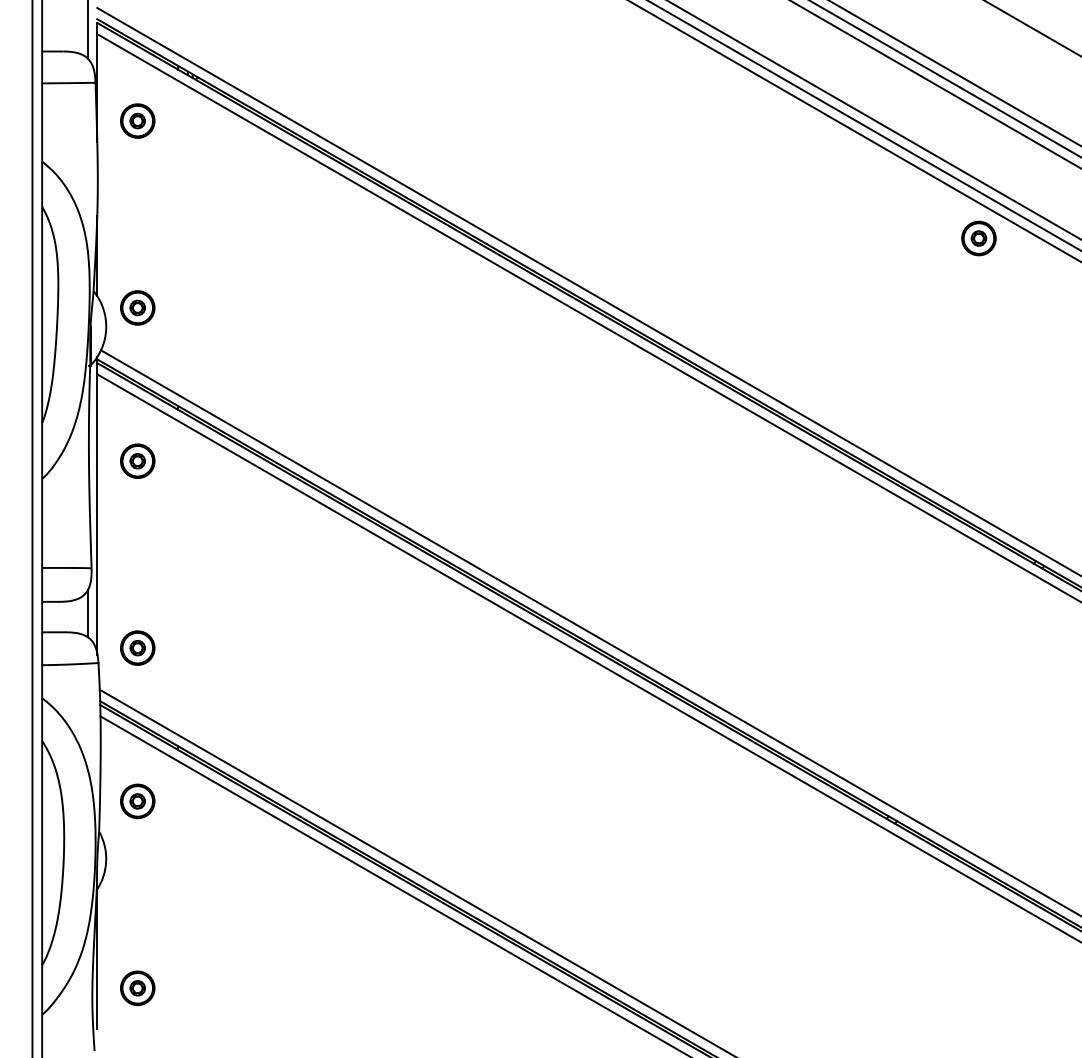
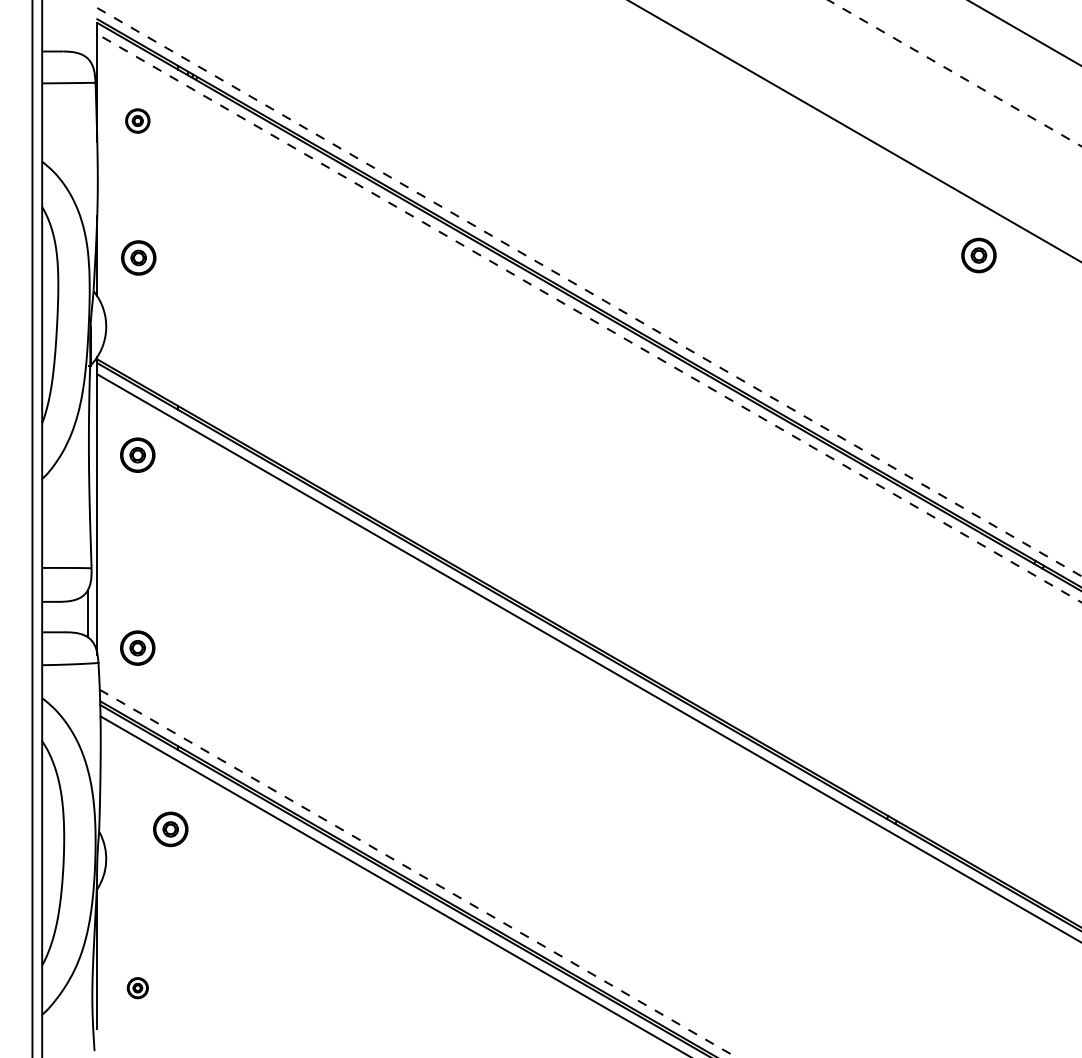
line at (1032, 28) position: (1032, 28) -> (1024, 33)
line at (87, 30): present -> none
line at (954, 73): solid -> dashed
line at (945, 78): present -> none
line at (935, 84): present -> none
part at (137, 120) size: 36x36 px -> 26x26 px
line at (873, 120): present -> none
line at (864, 125): present -> none
part at (978, 238) position: (978, 238) -> (978, 255)
line at (590, 292): solid -> dashed
part at (137, 307) position: (137, 307) -> (138, 257)
line at (589, 318): solid -> dashed
part at (137, 460) position: (137, 460) -> (137, 454)
line at (589, 632): present -> none
part at (137, 801) position: (137, 801) -> (170, 829)
line at (418, 873): solid -> dashed
part at (137, 987) size: 36x36 px -> 23x23 px
